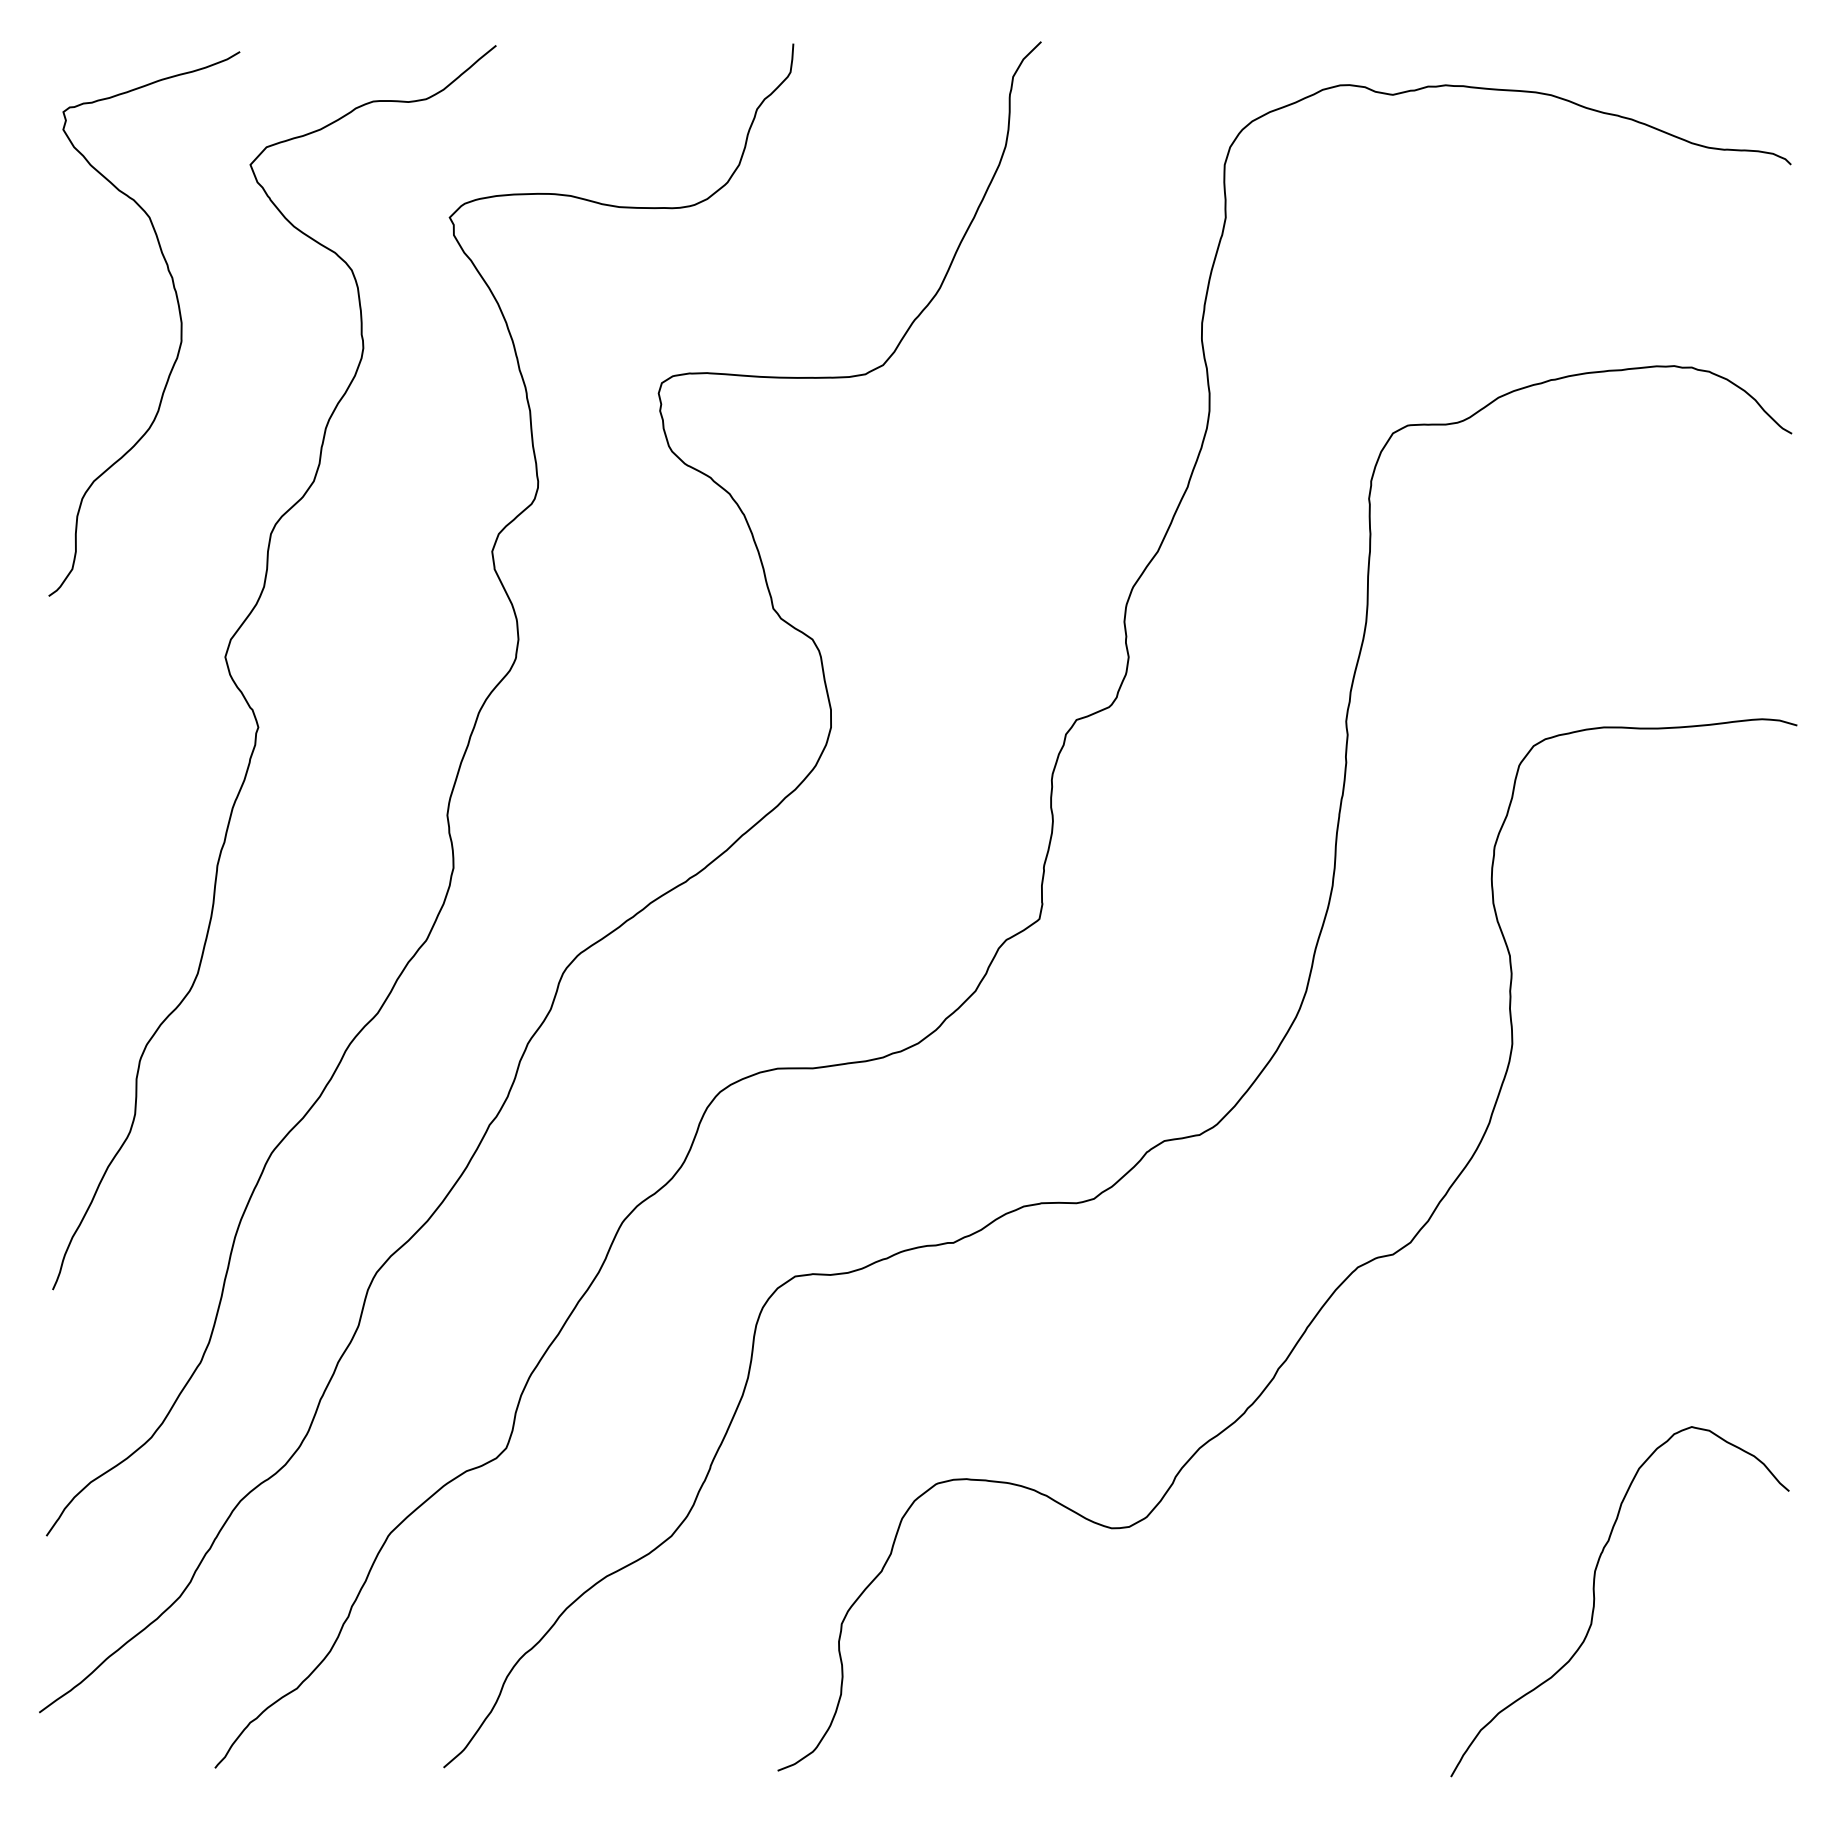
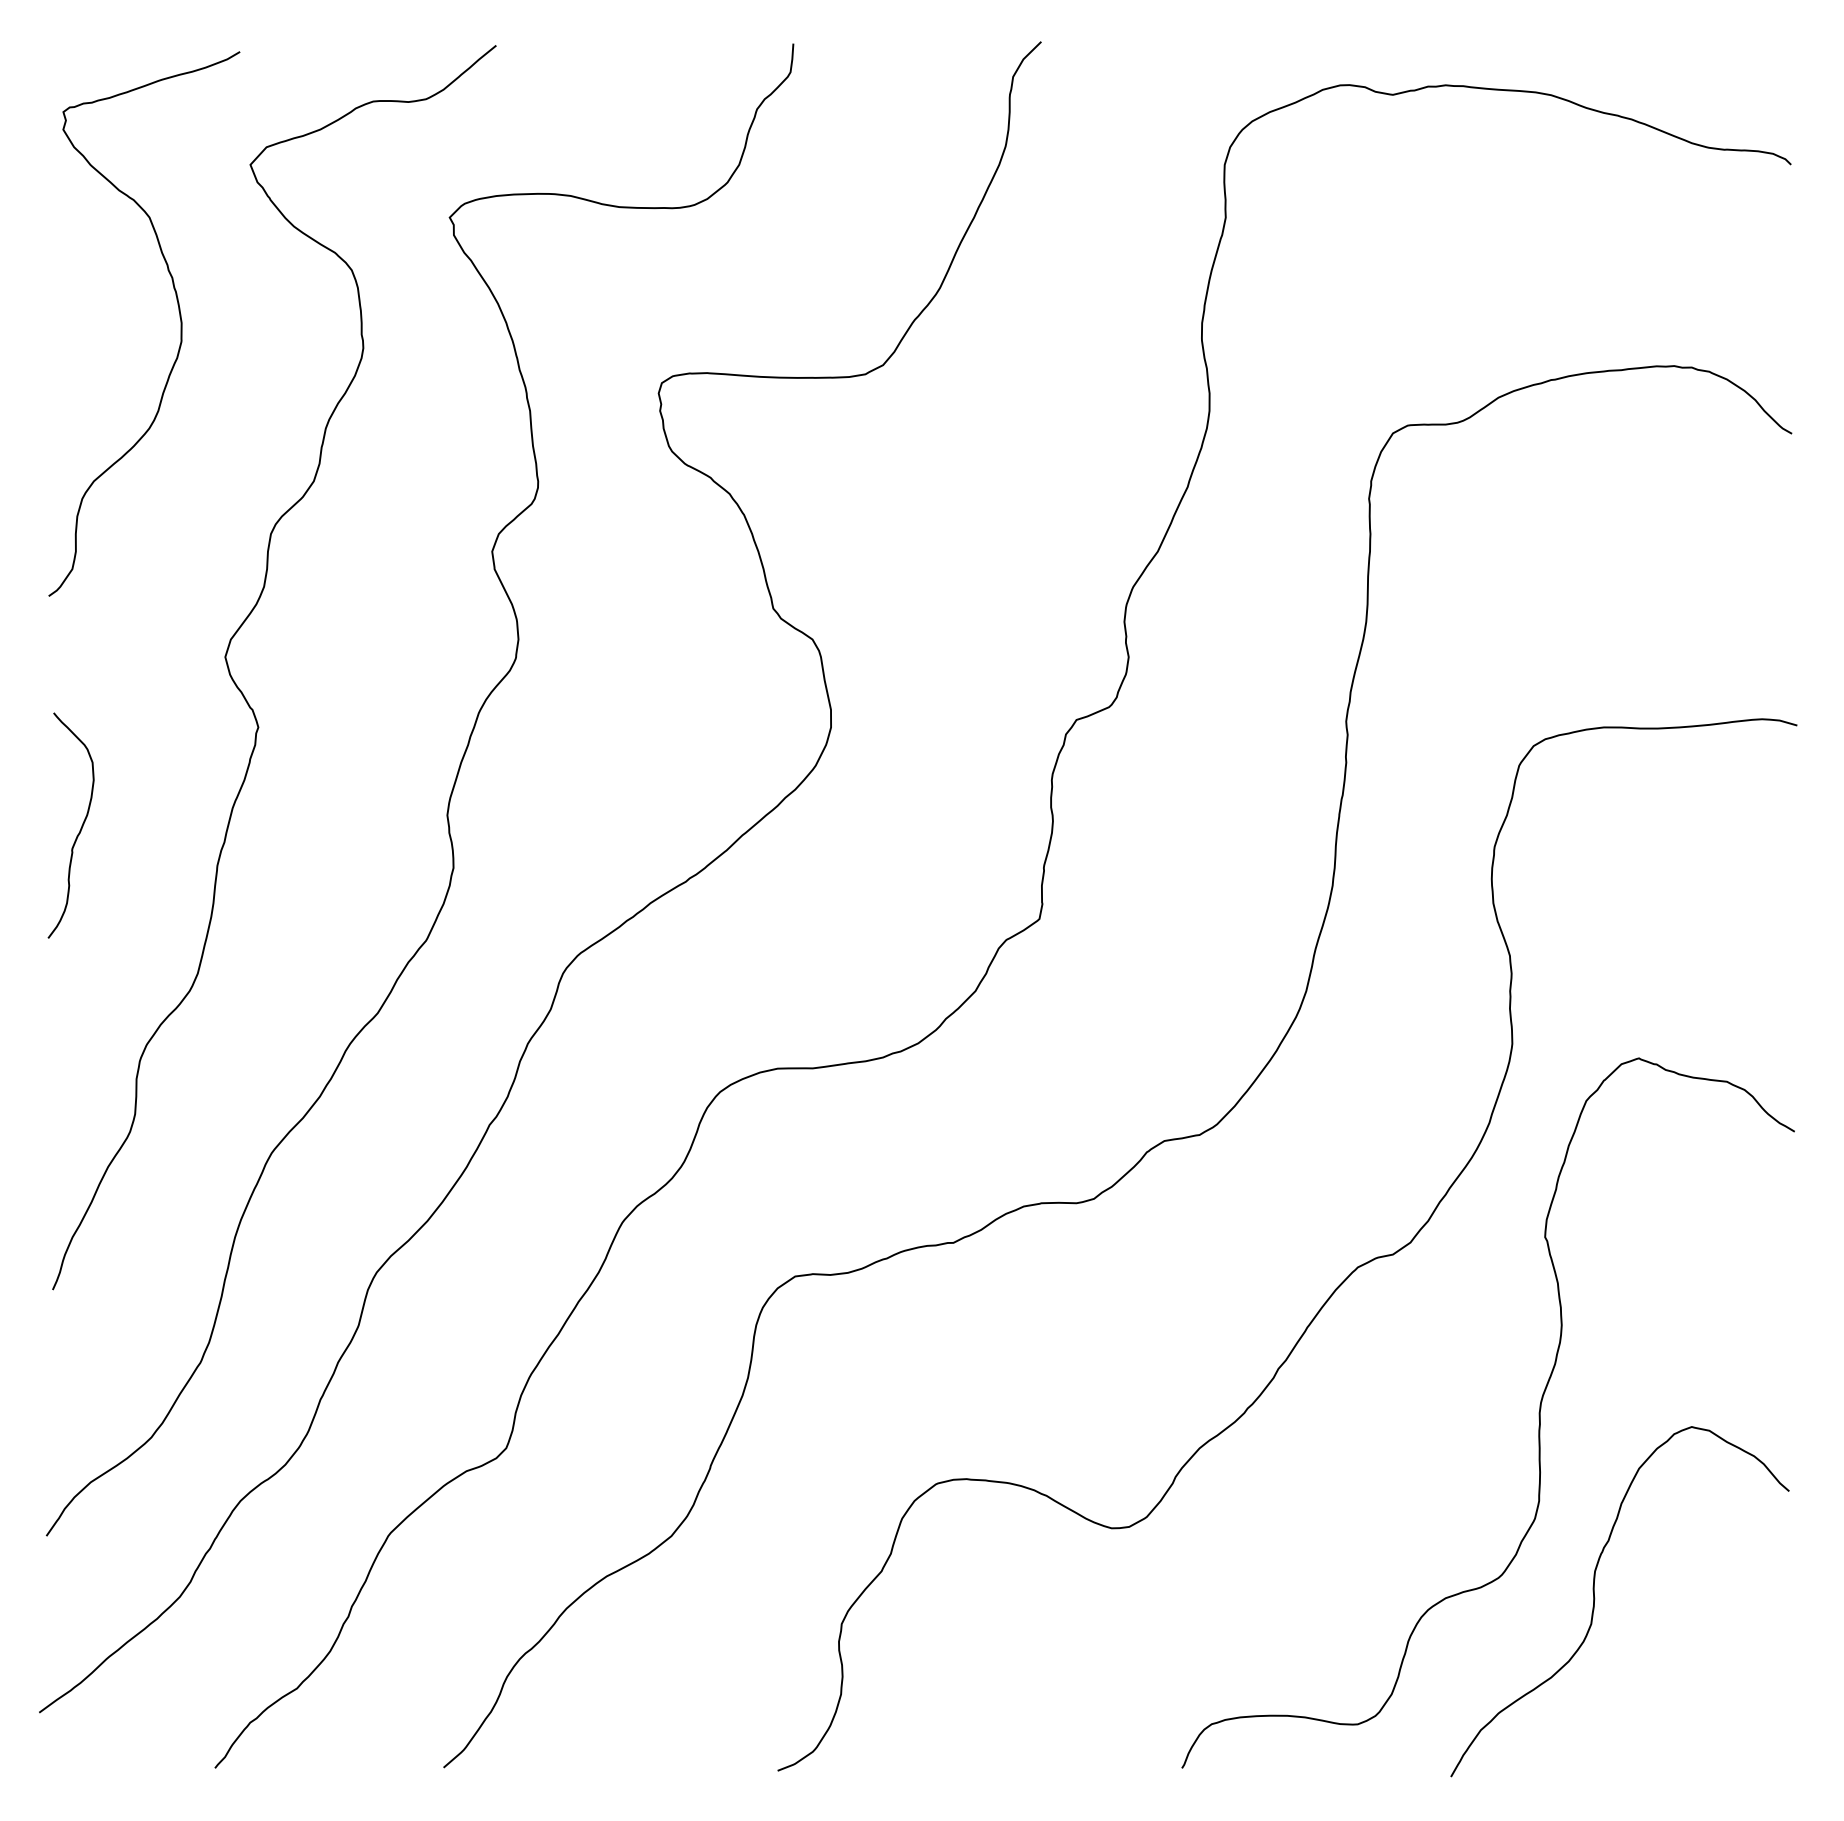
curve at (79, 830): none -> present
curve at (1538, 1412): none -> present
